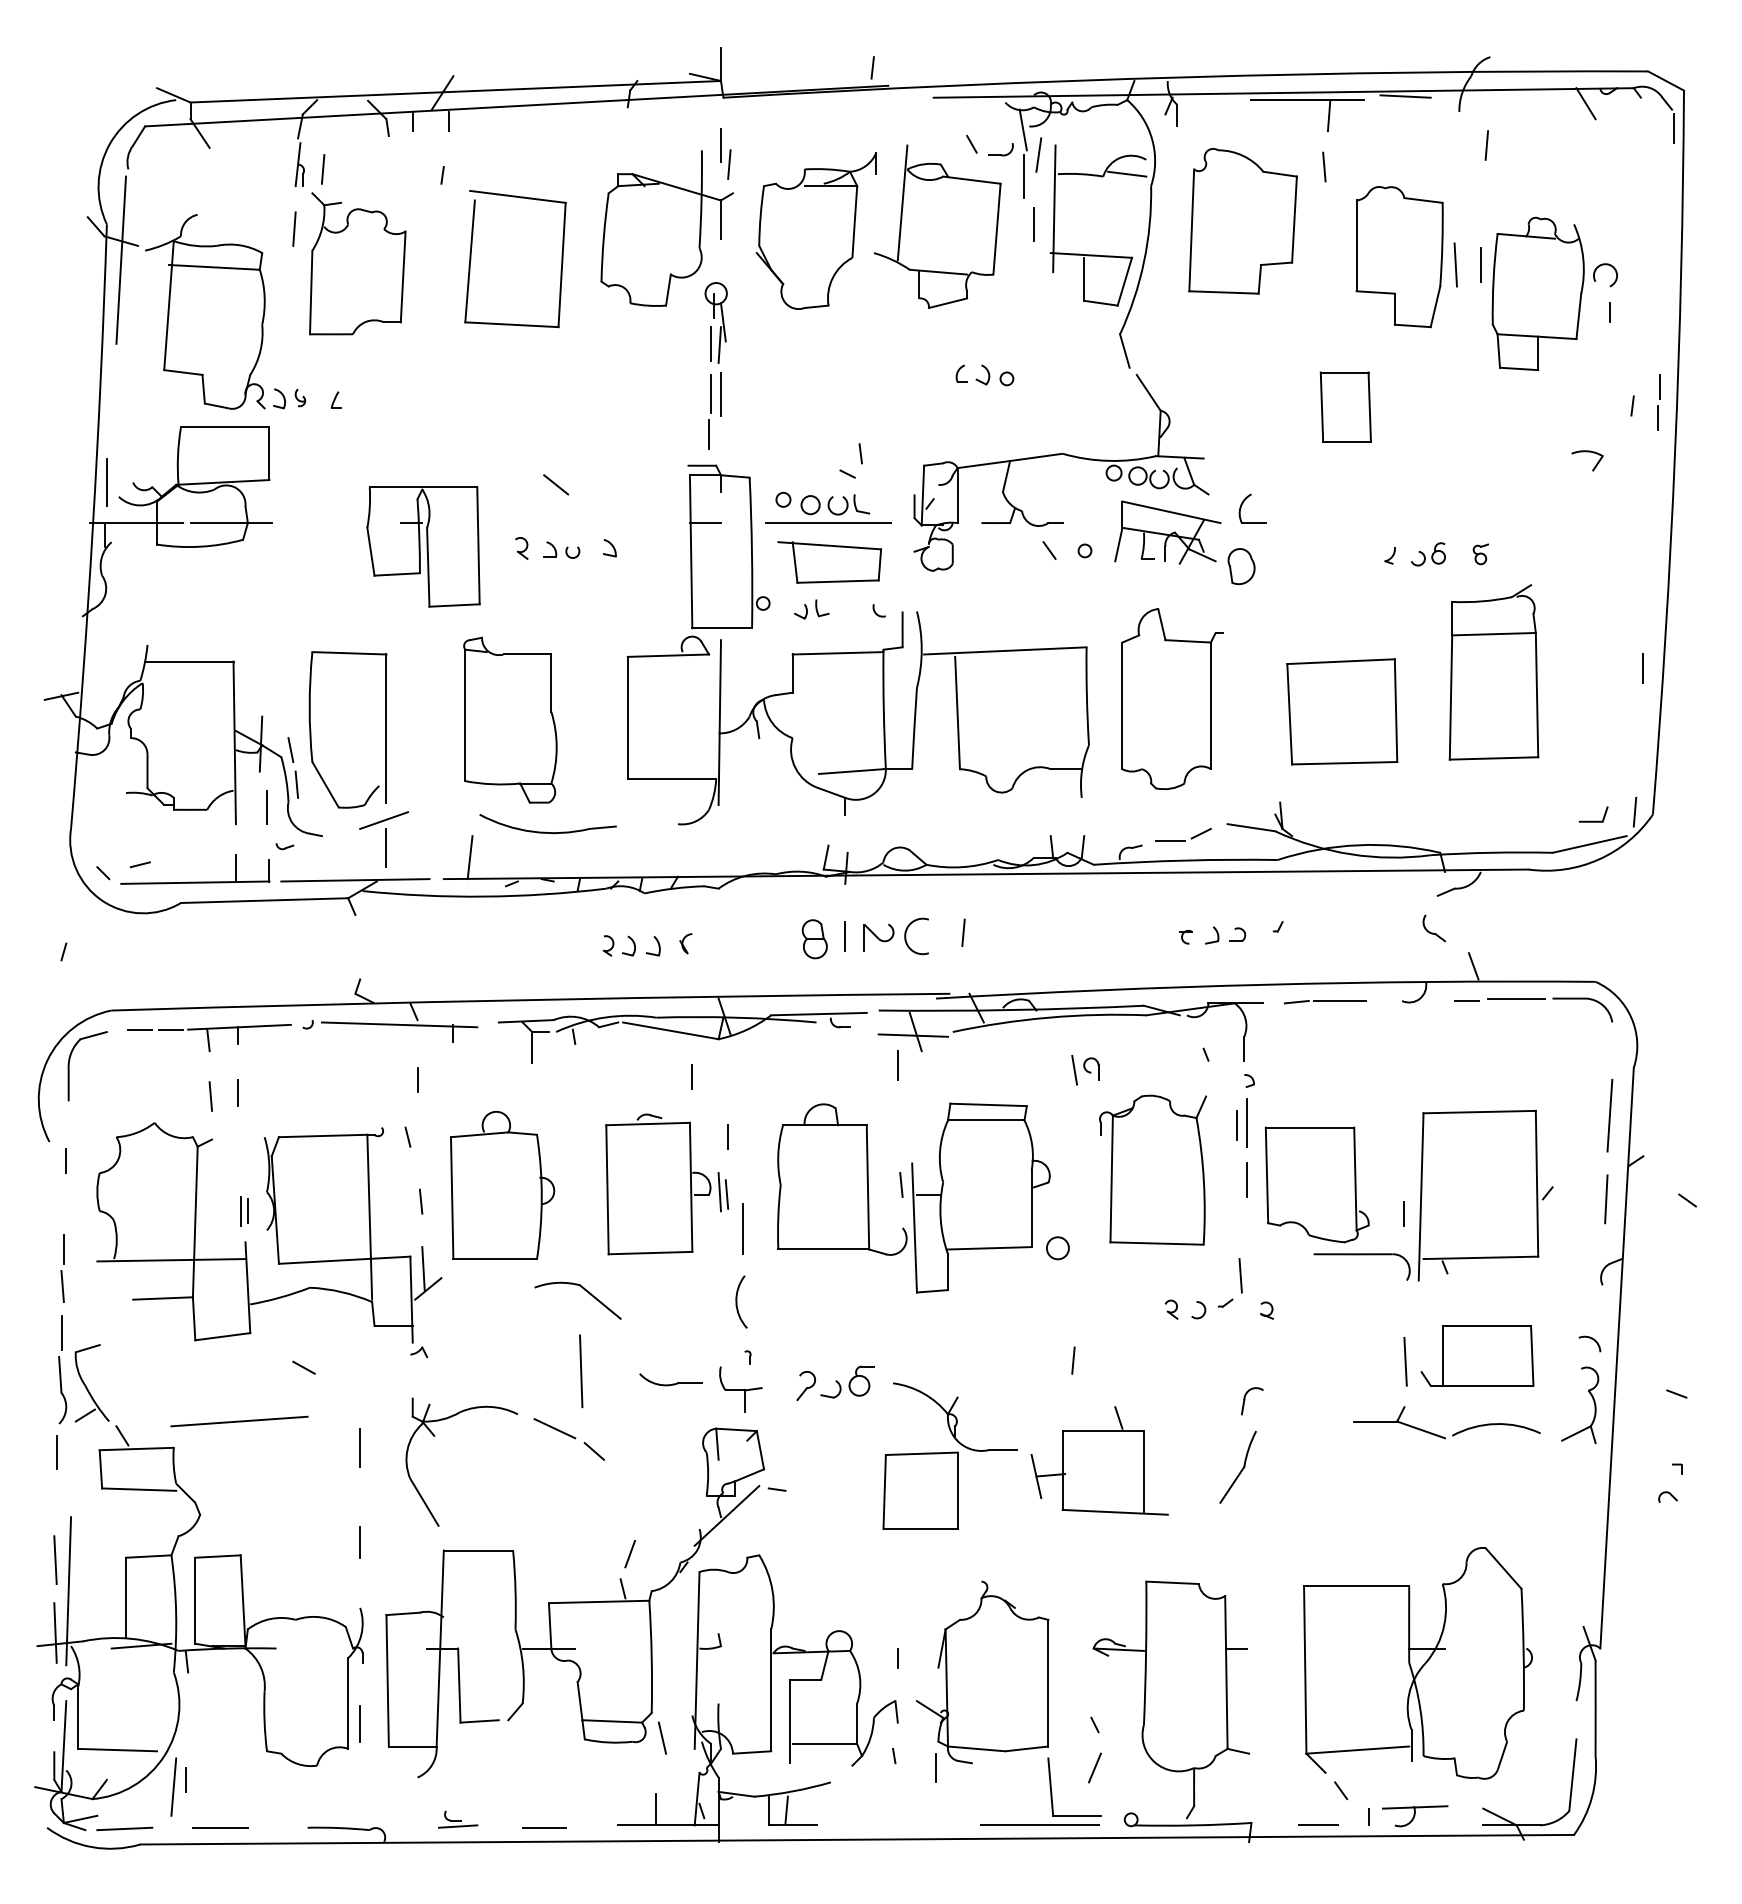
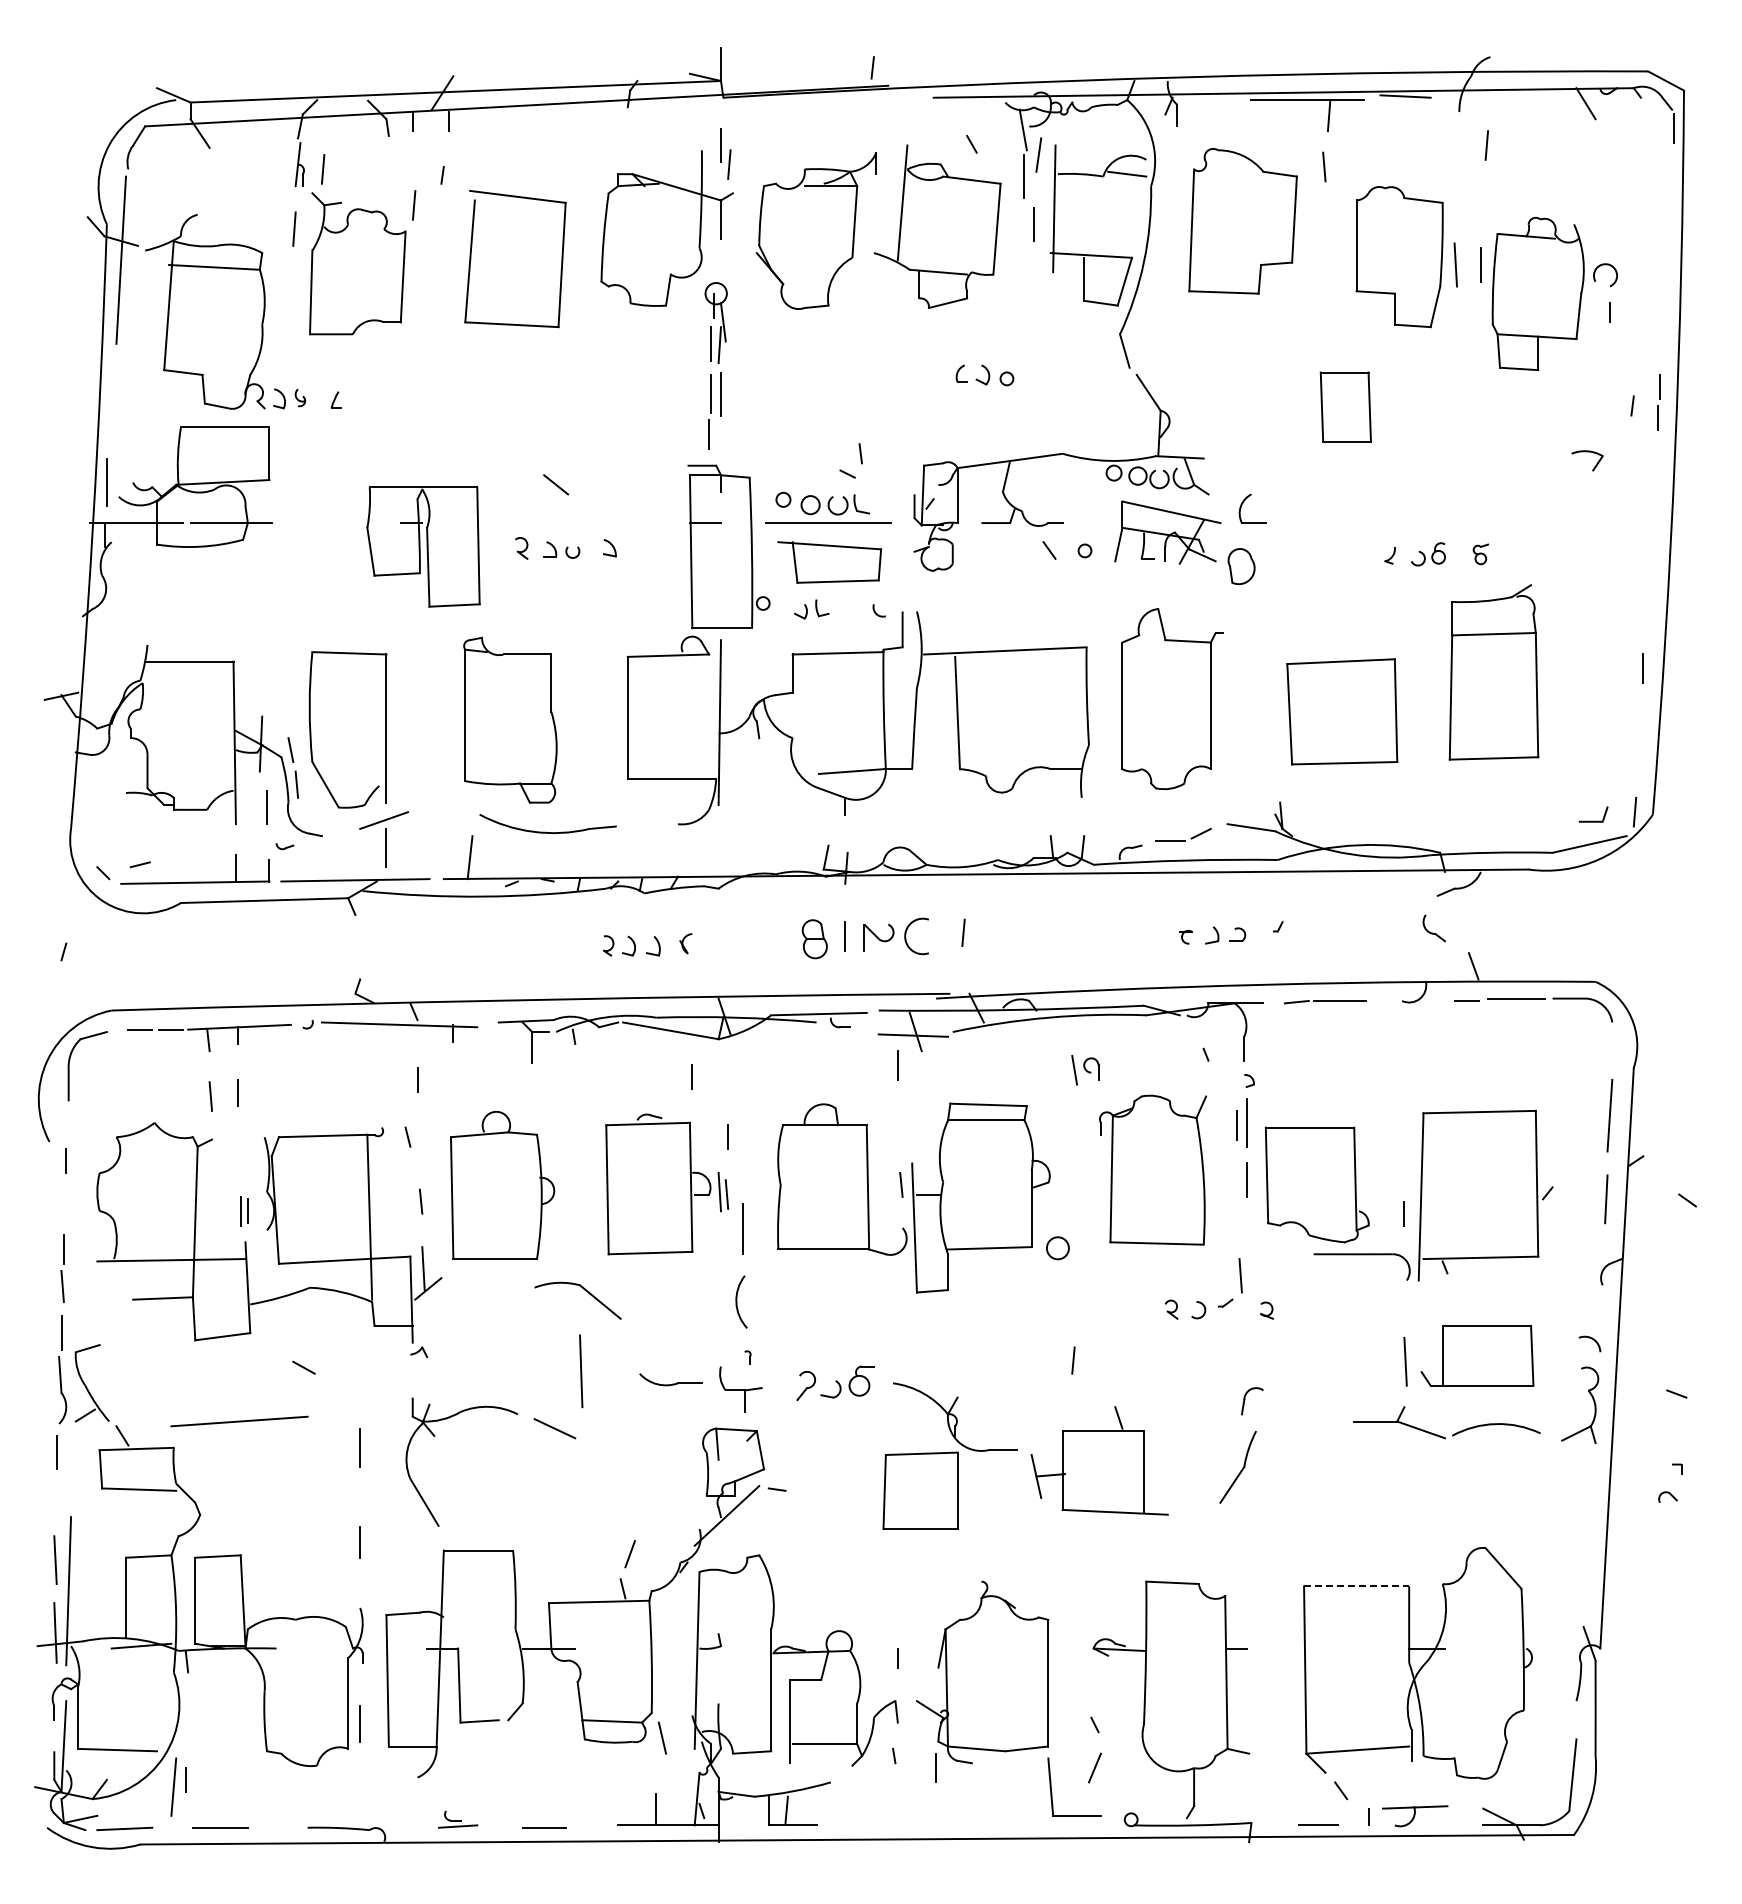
part at (1000, 149): present -> none
line at (414, 205): none -> present
line at (593, 1451): present -> none
line at (1356, 1586): solid -> dashed
line at (1039, 1825): present -> none
